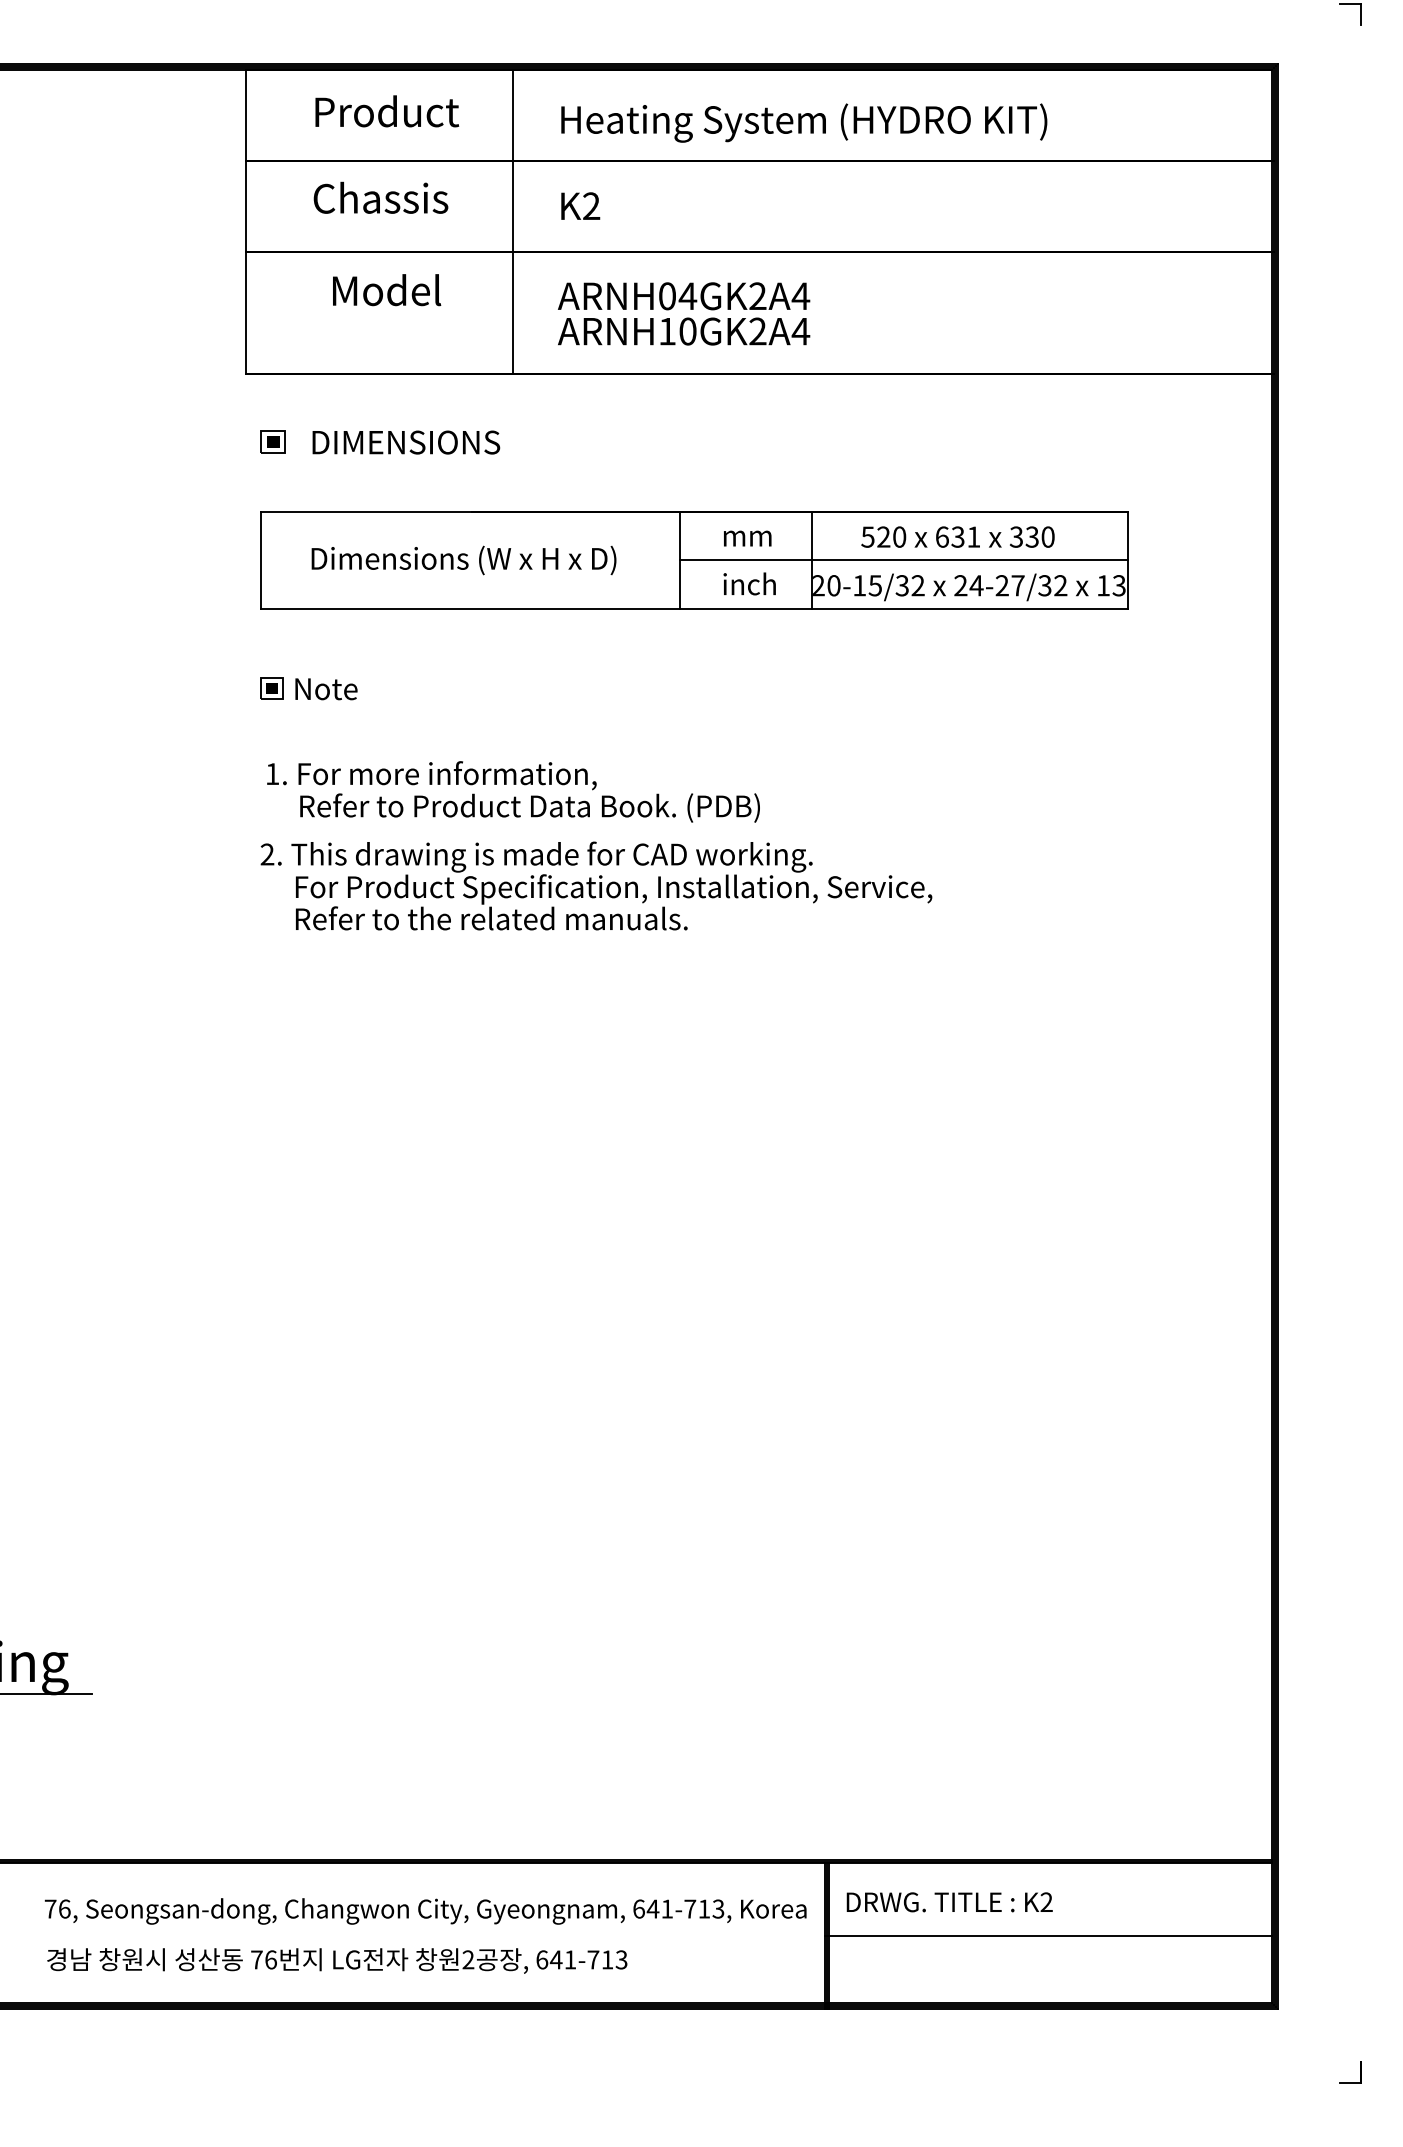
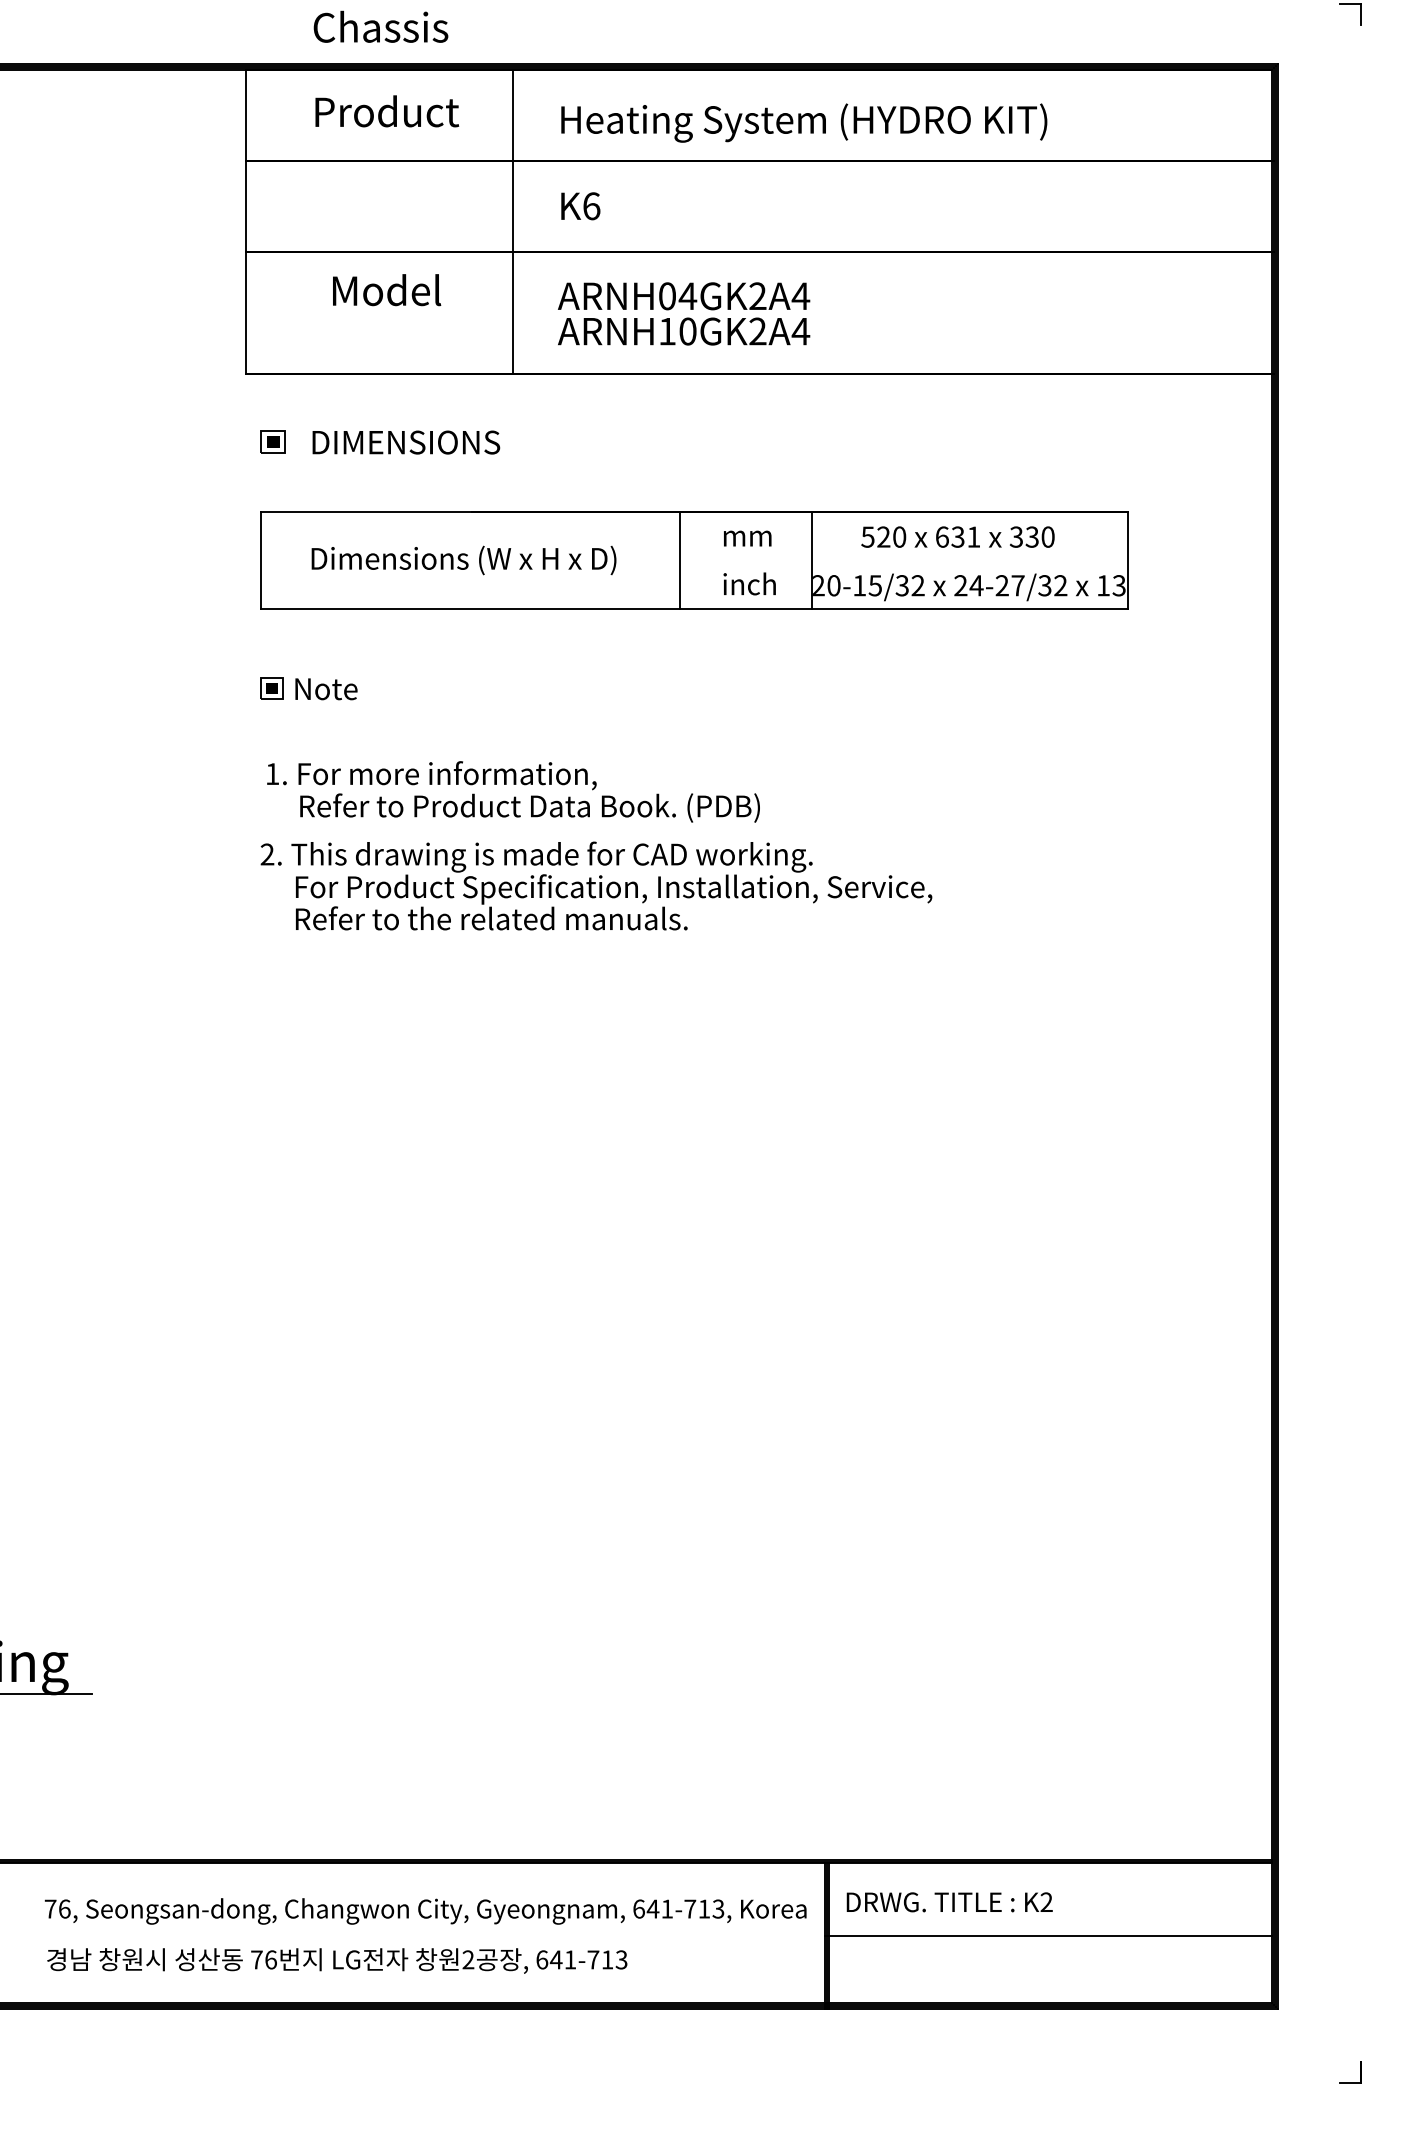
text at (380, 197) position: (380, 197) -> (380, 26)
text at (591, 206): K2 -> K6
line at (903, 560): present -> none
